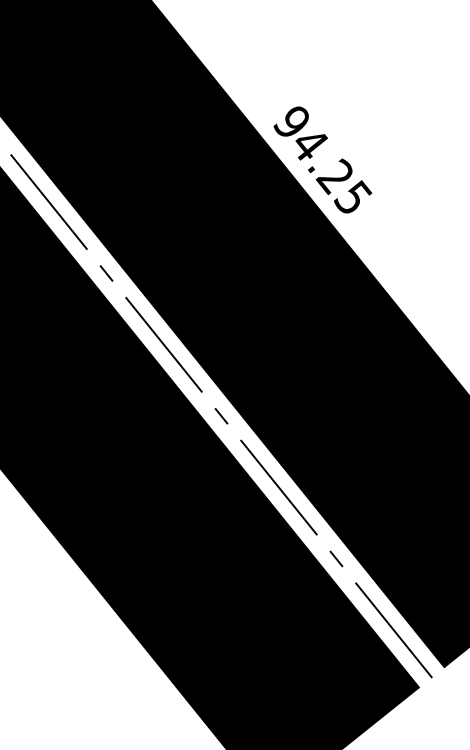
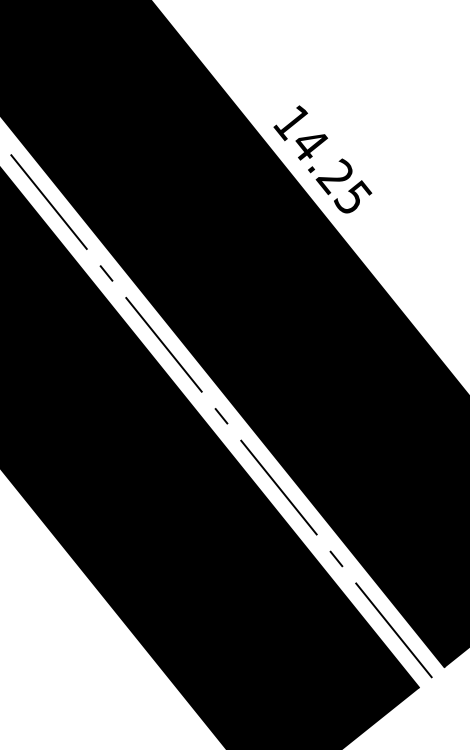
text at (290, 123): 94.25 -> 14.25
